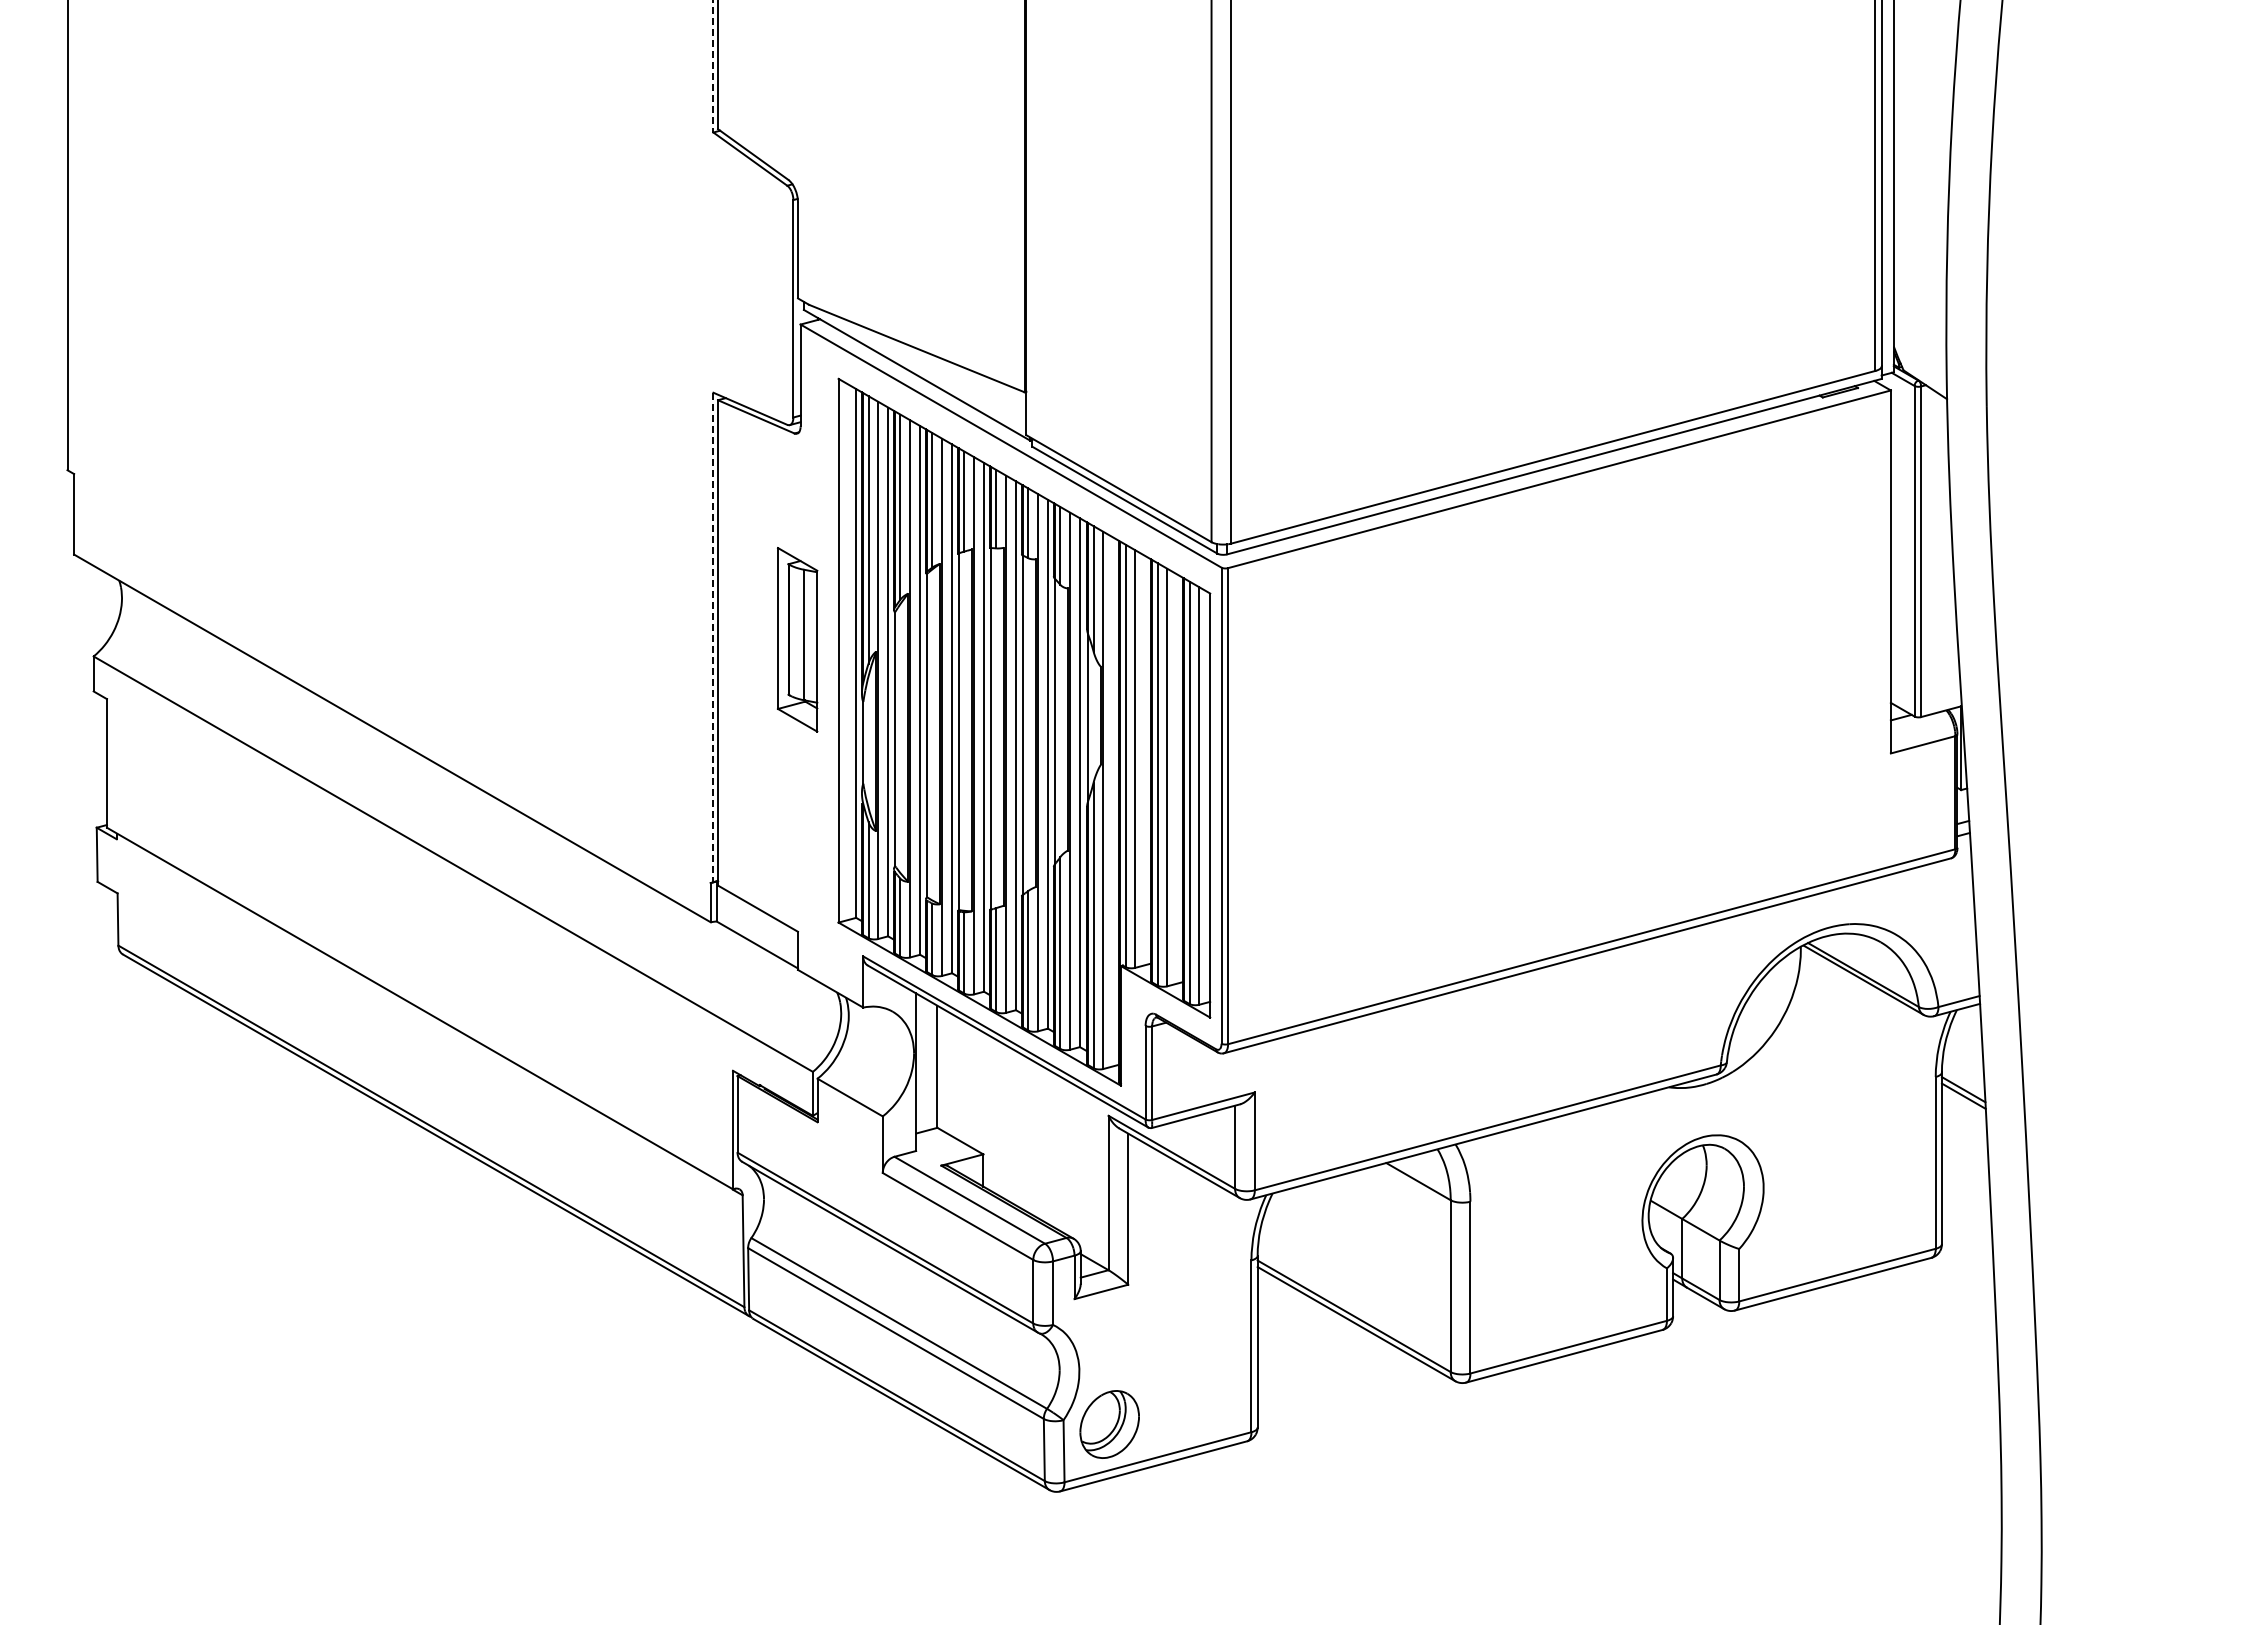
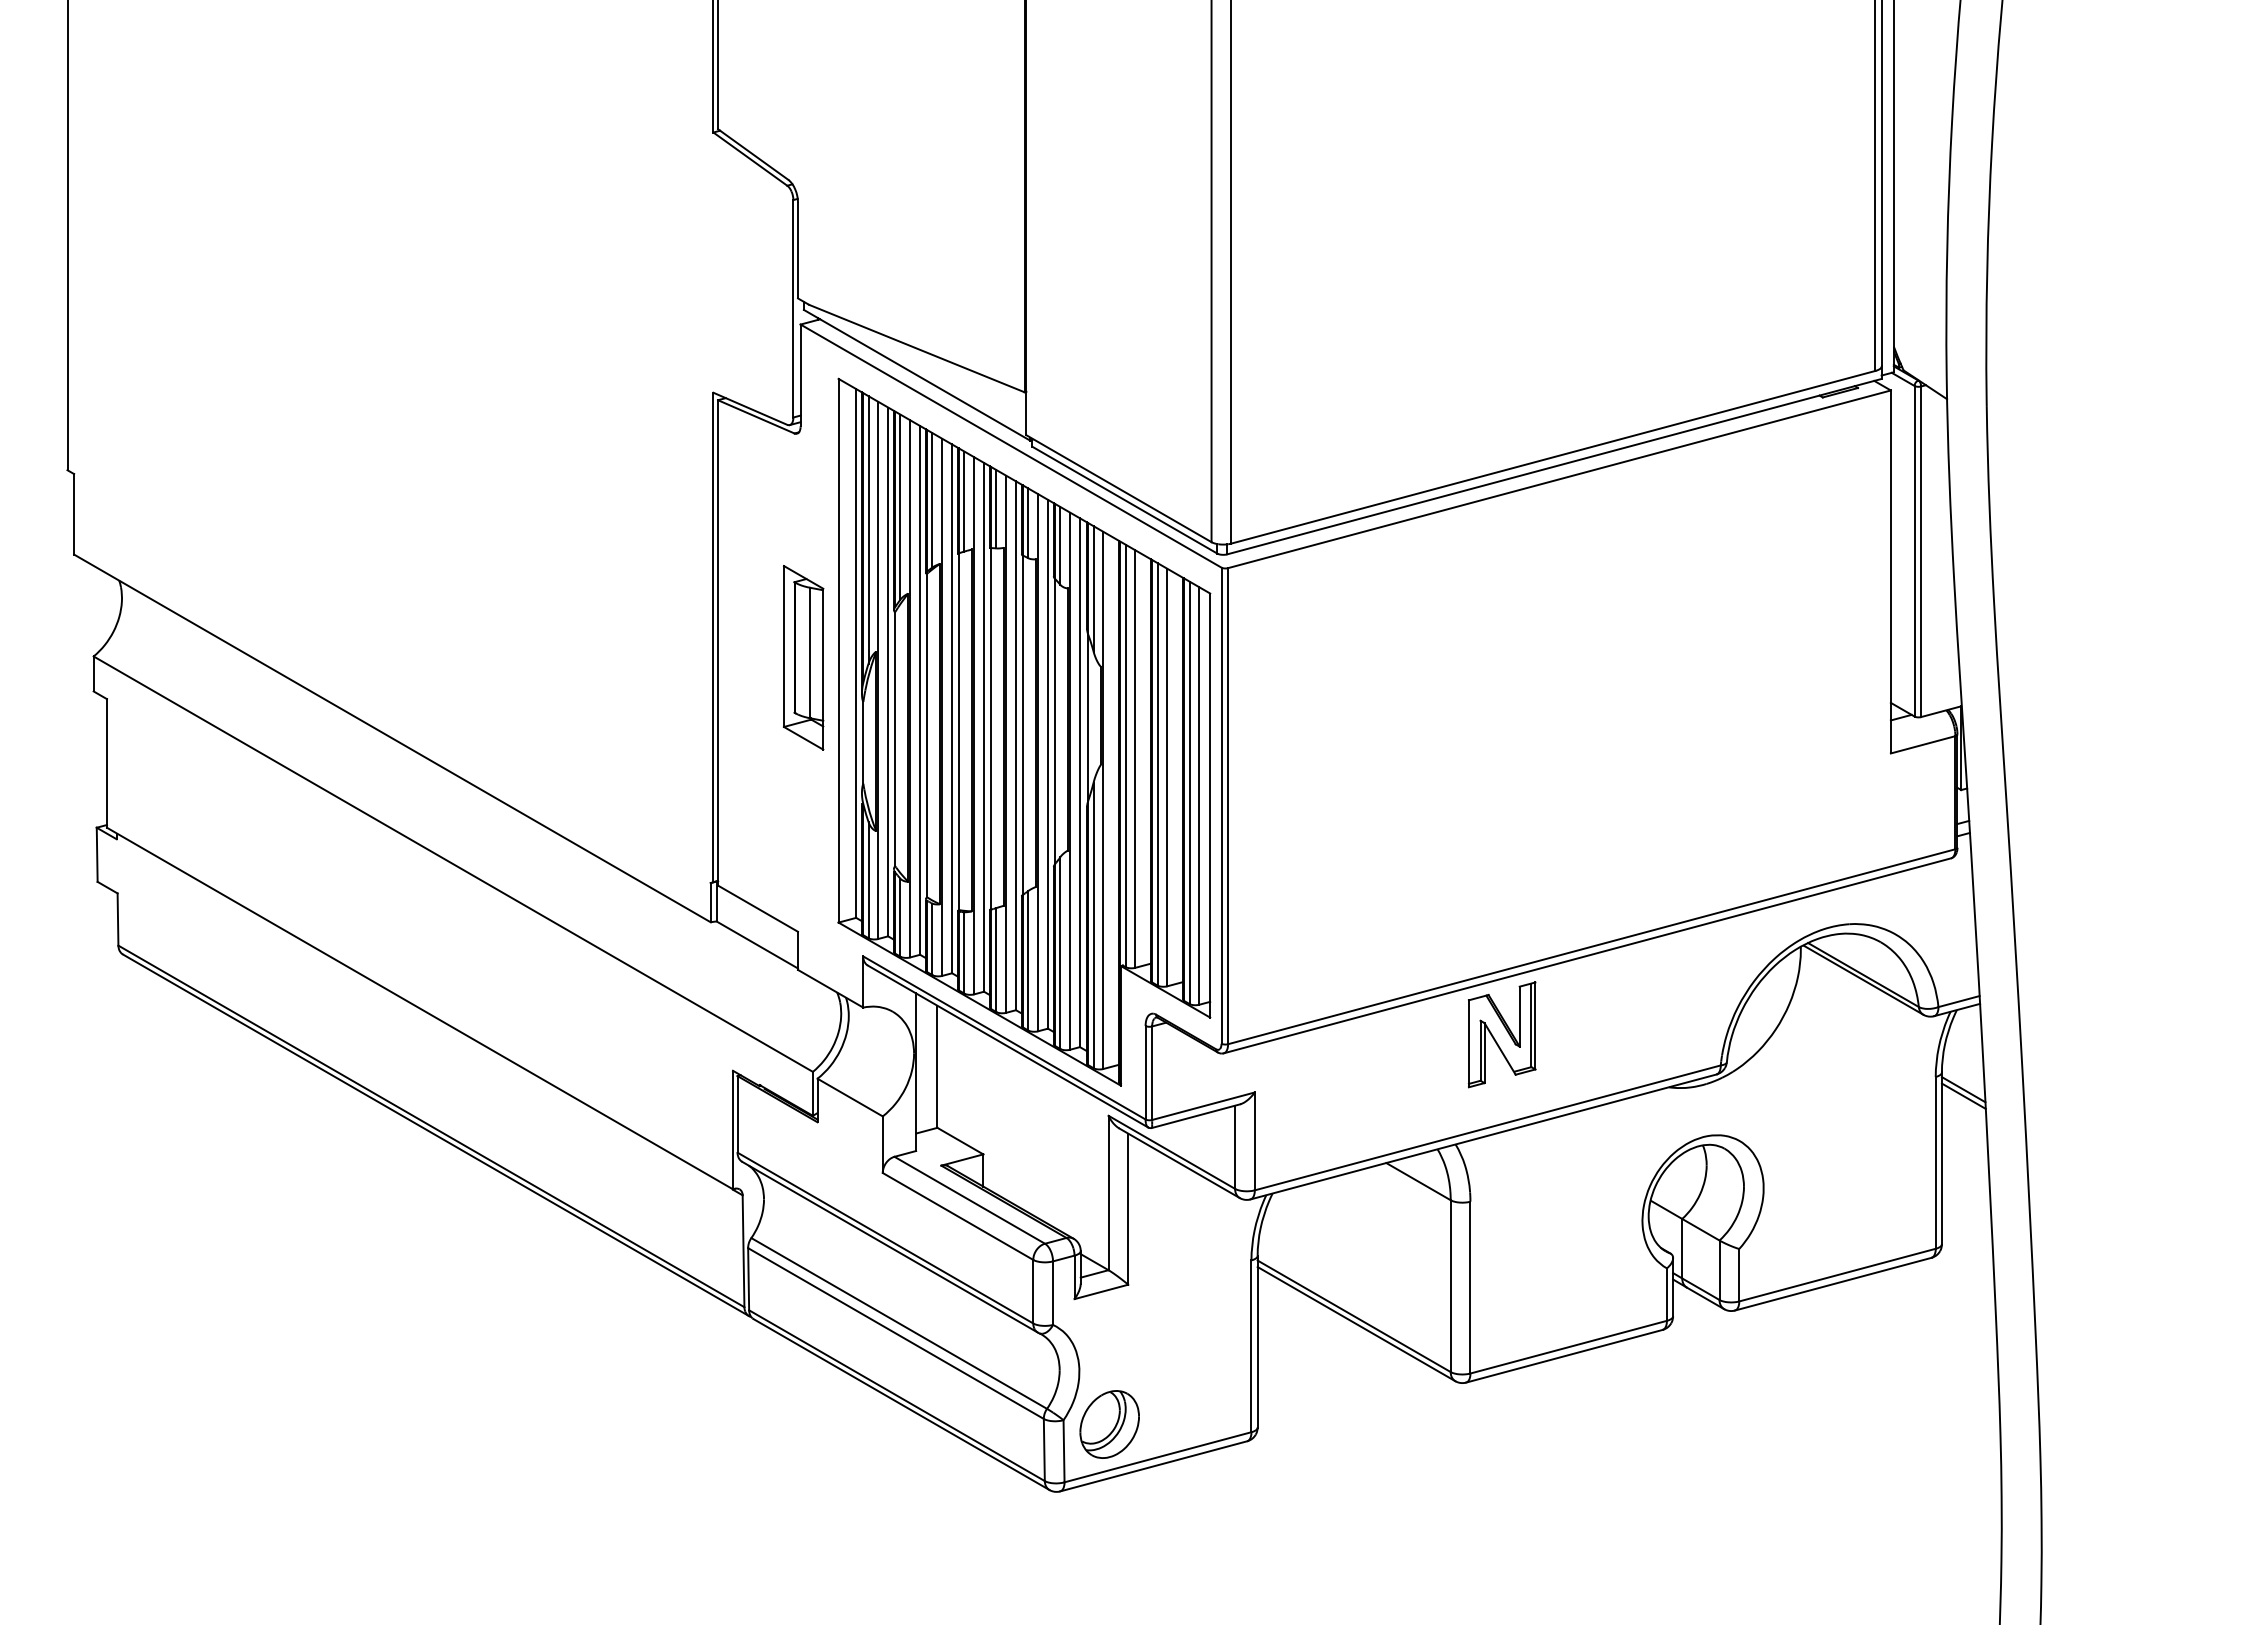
line at (713, 66): dashed -> solid
line at (713, 637): dashed -> solid
part at (797, 639) position: (797, 639) -> (803, 657)
part at (1501, 1034): none -> present
